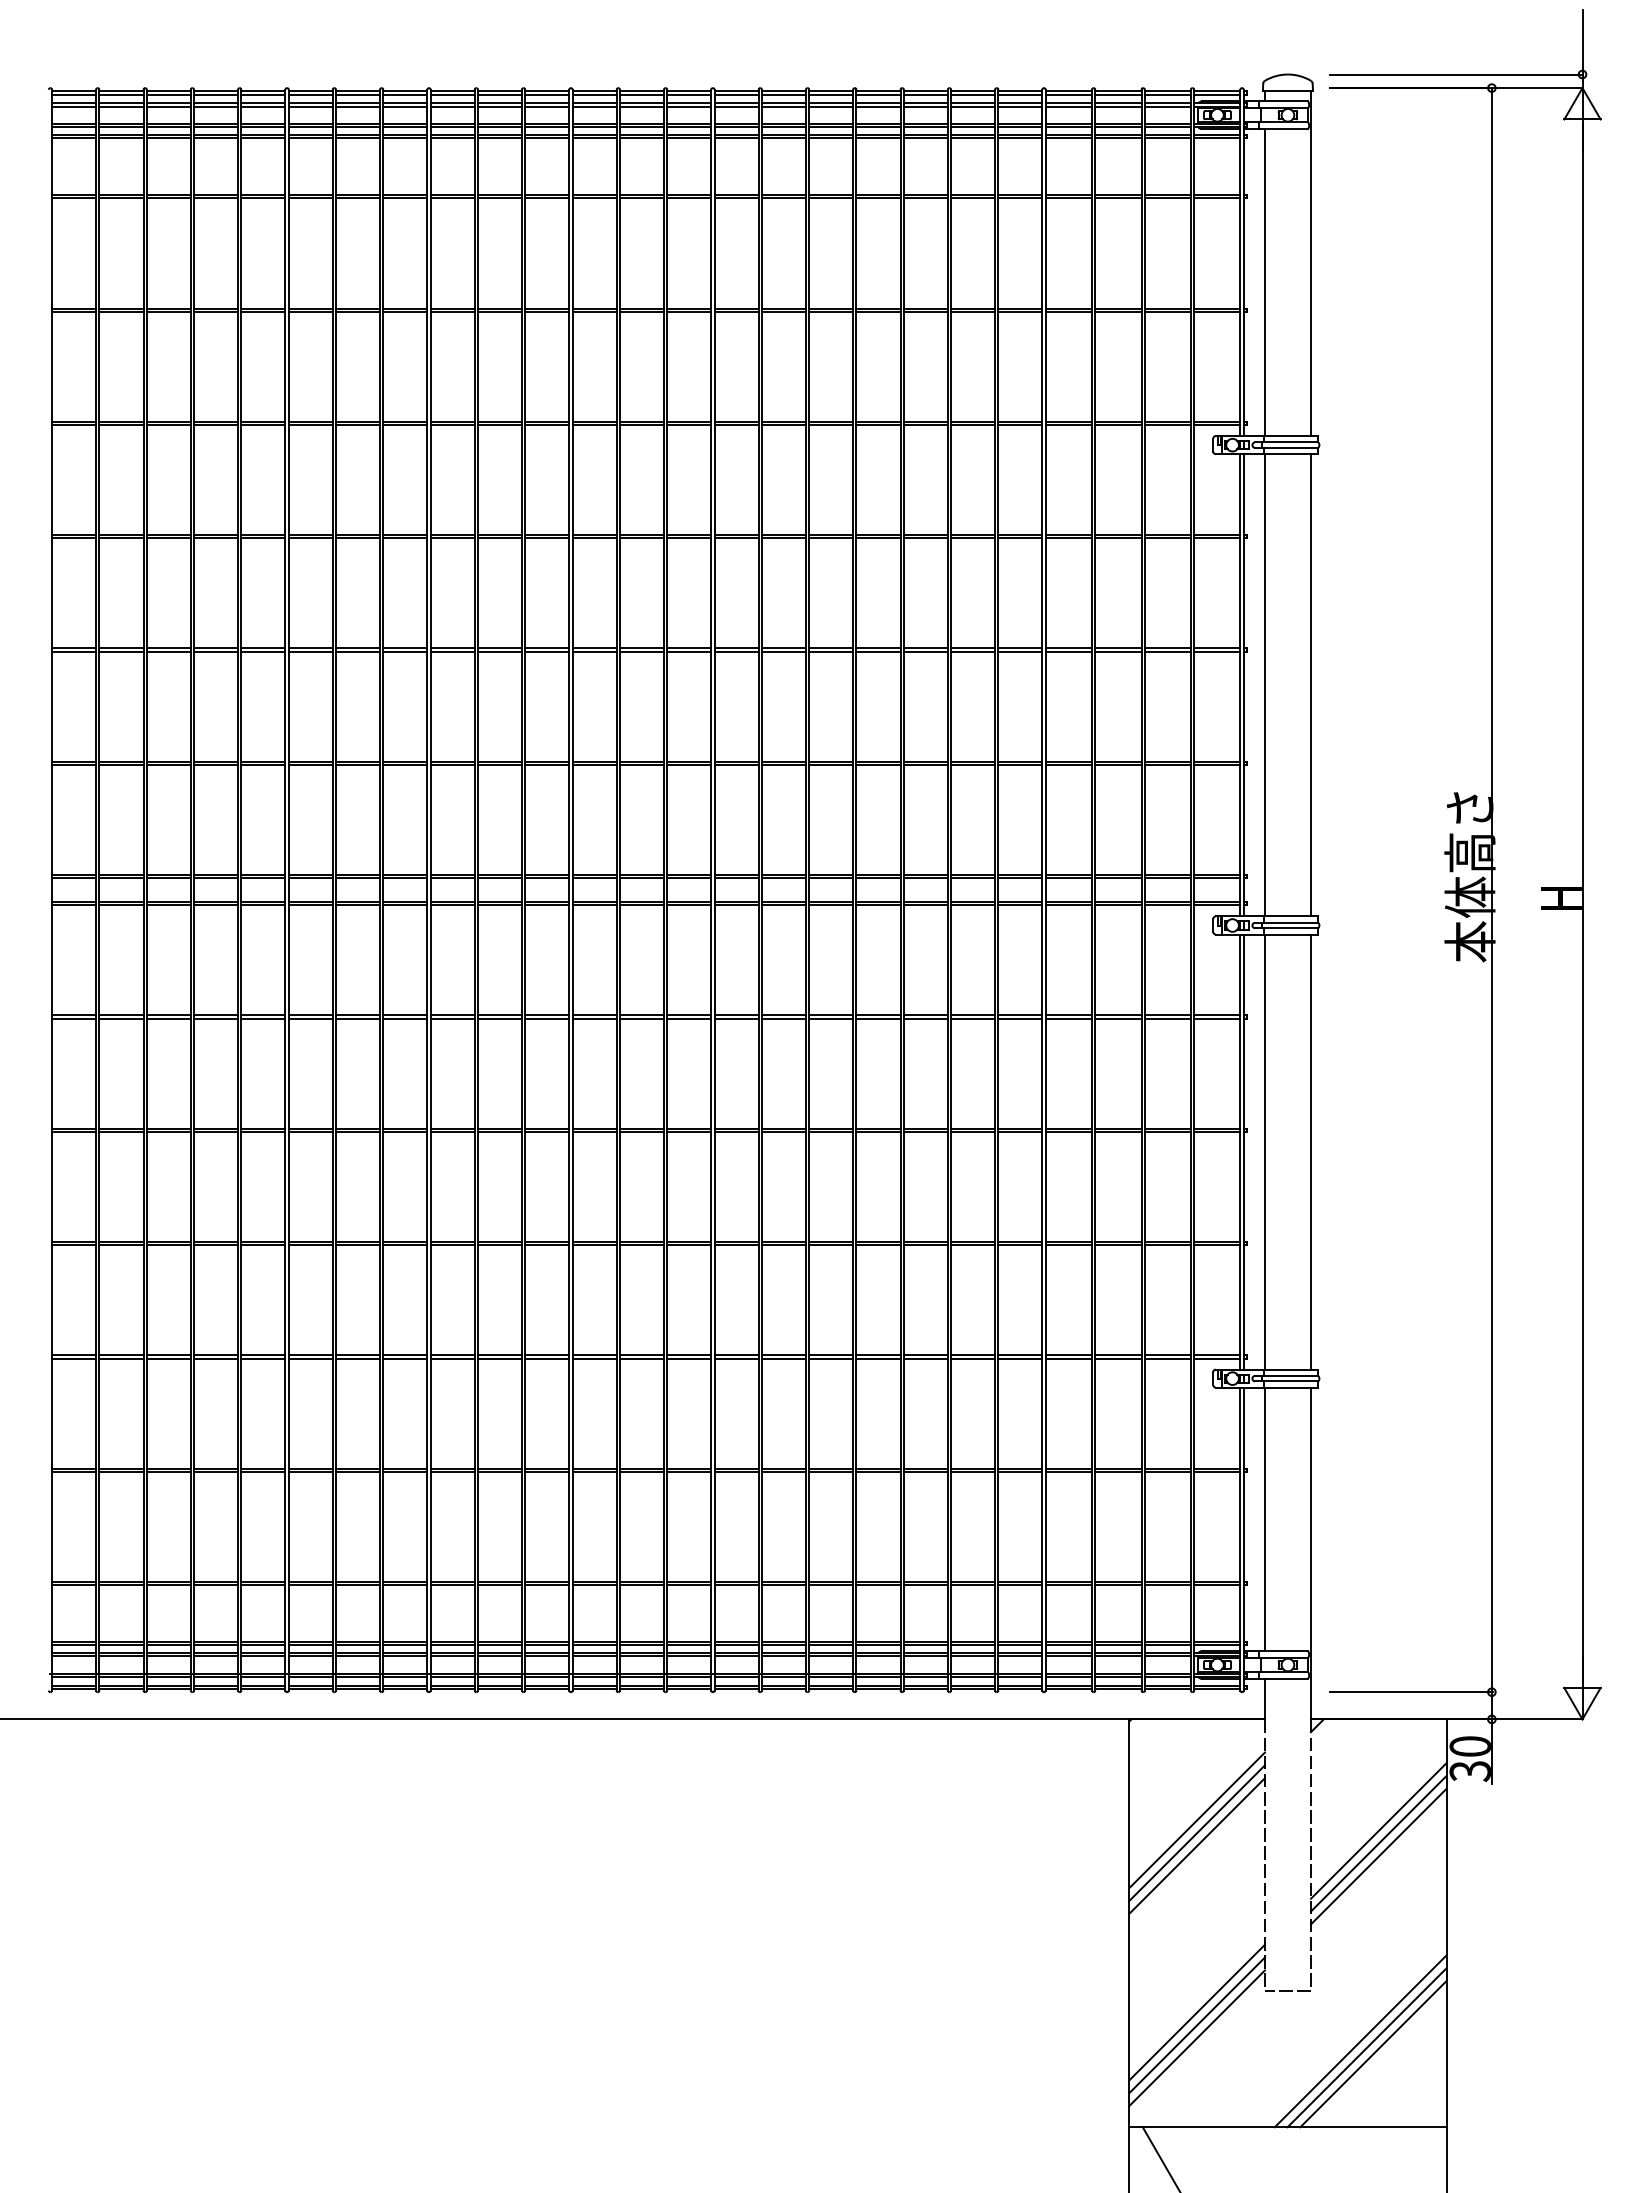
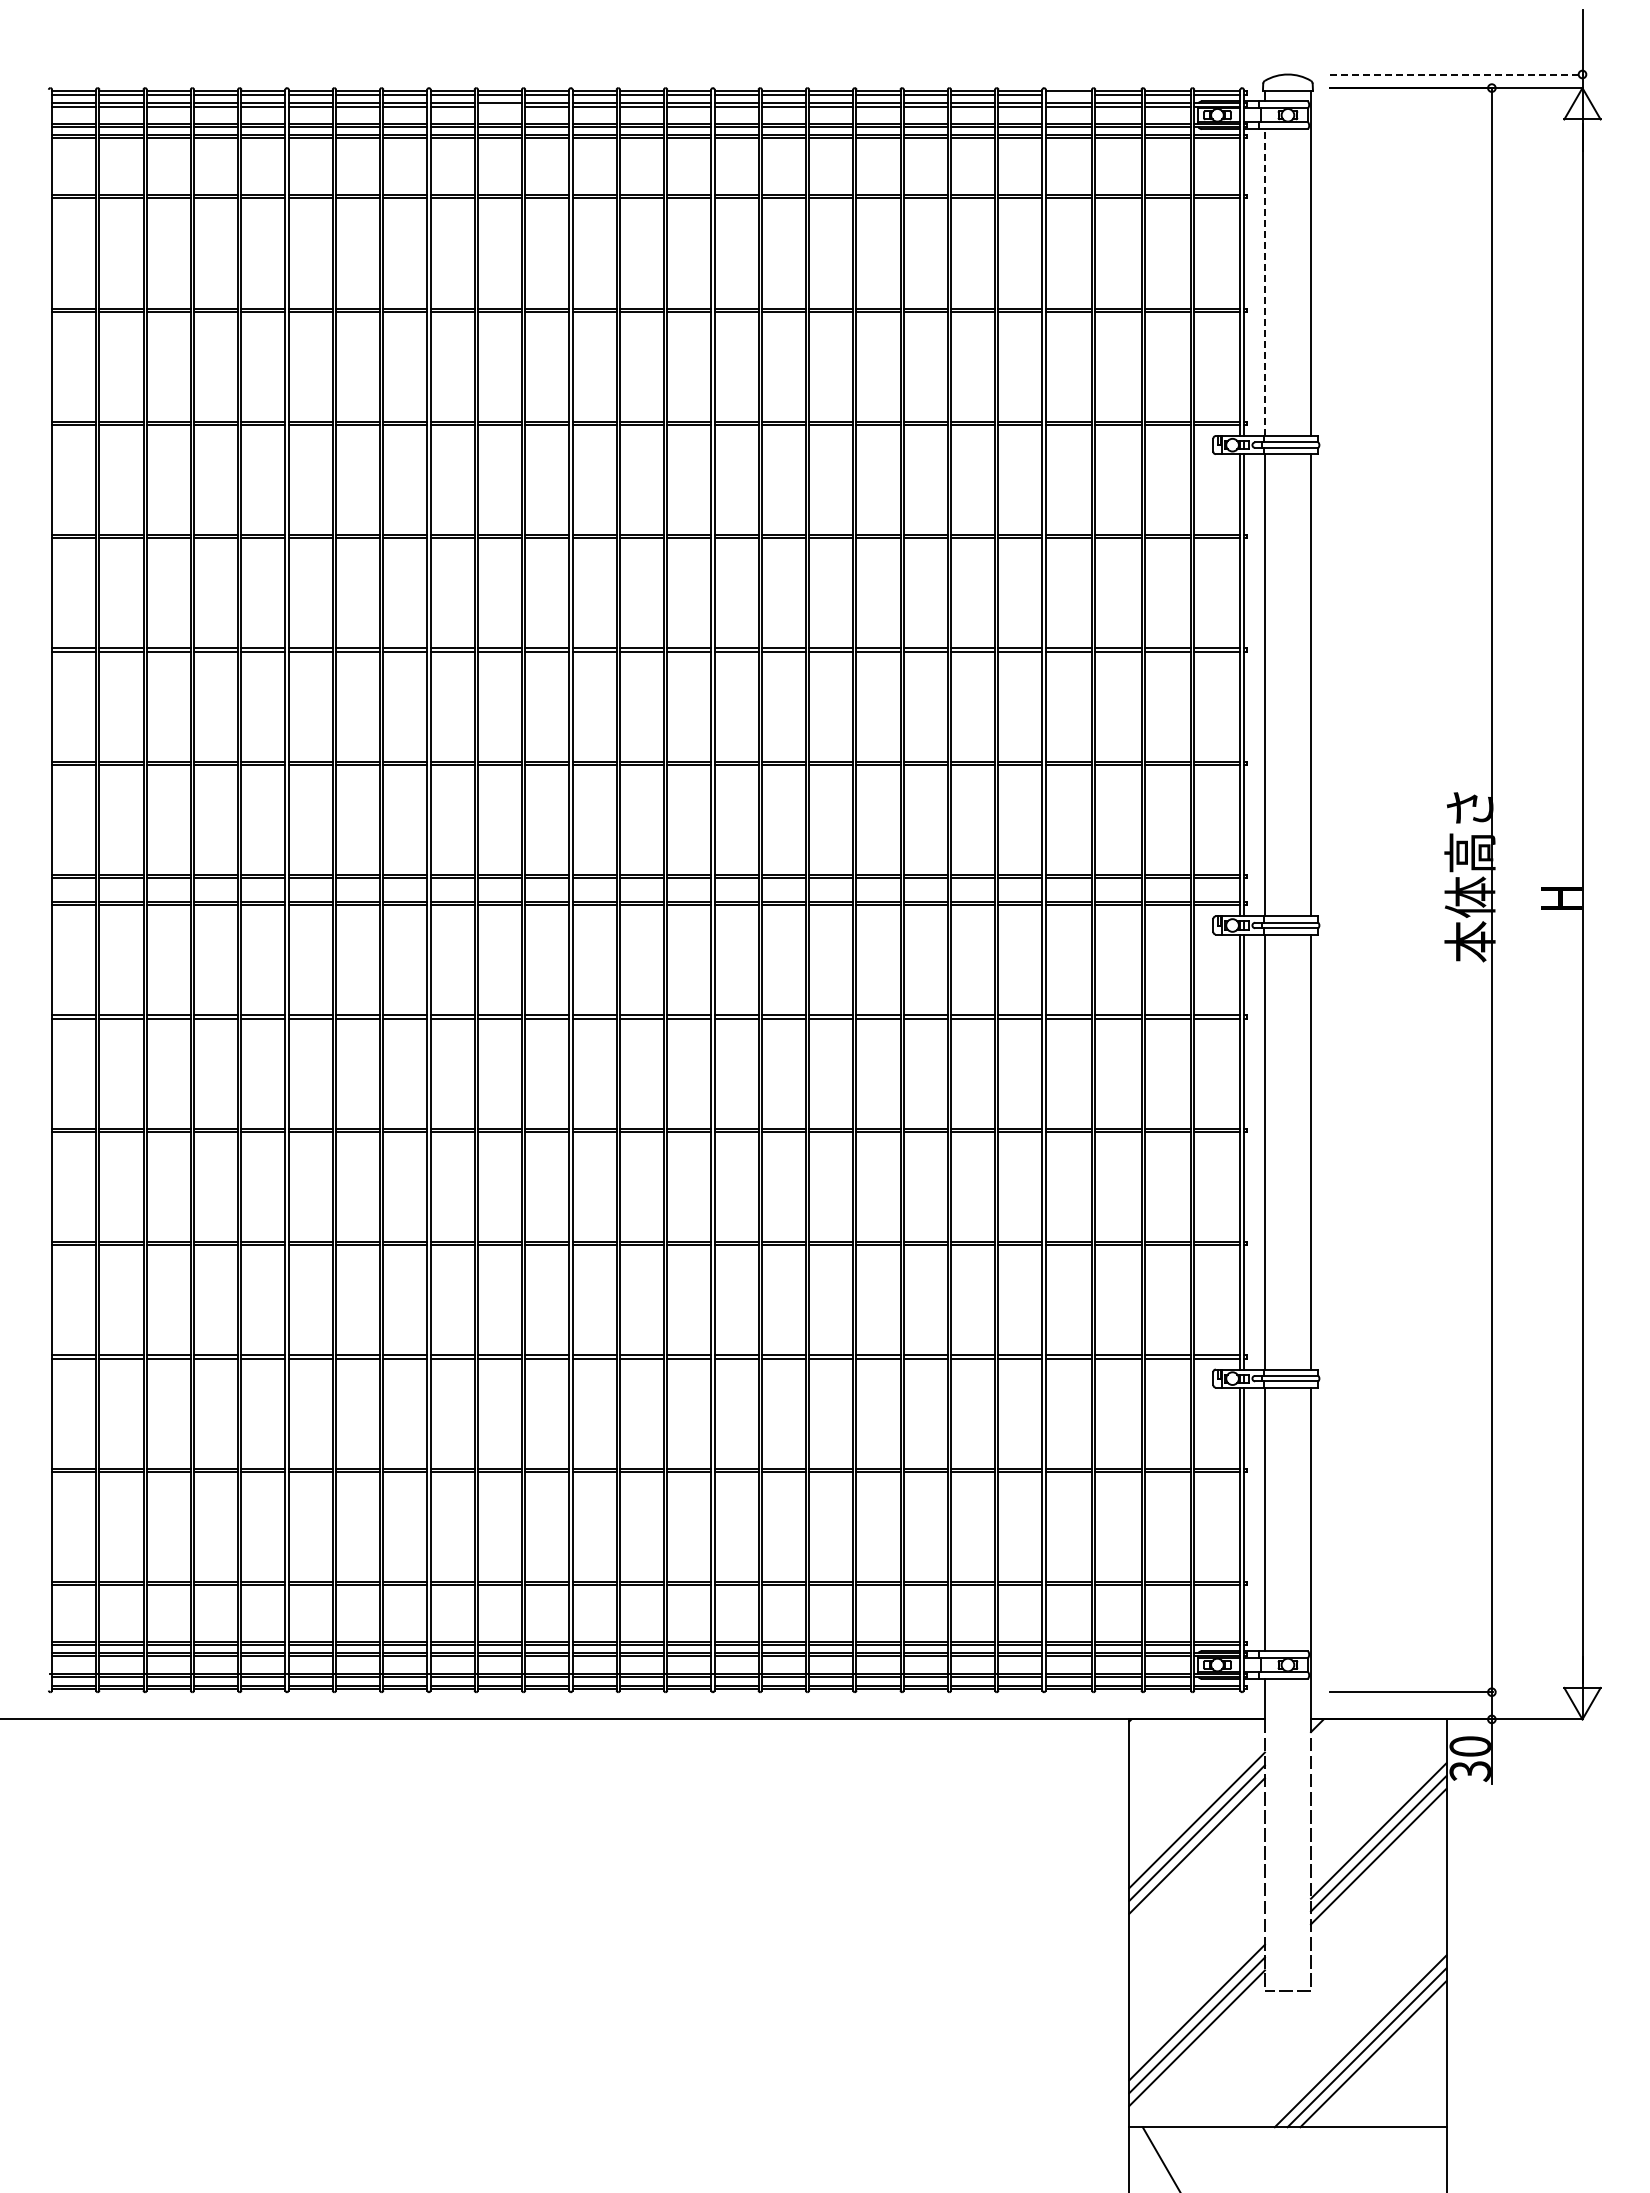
line at (1456, 74): solid -> dashed
line at (1068, 94): present -> none
line at (499, 106): present -> none
line at (1264, 282): solid -> dashed
